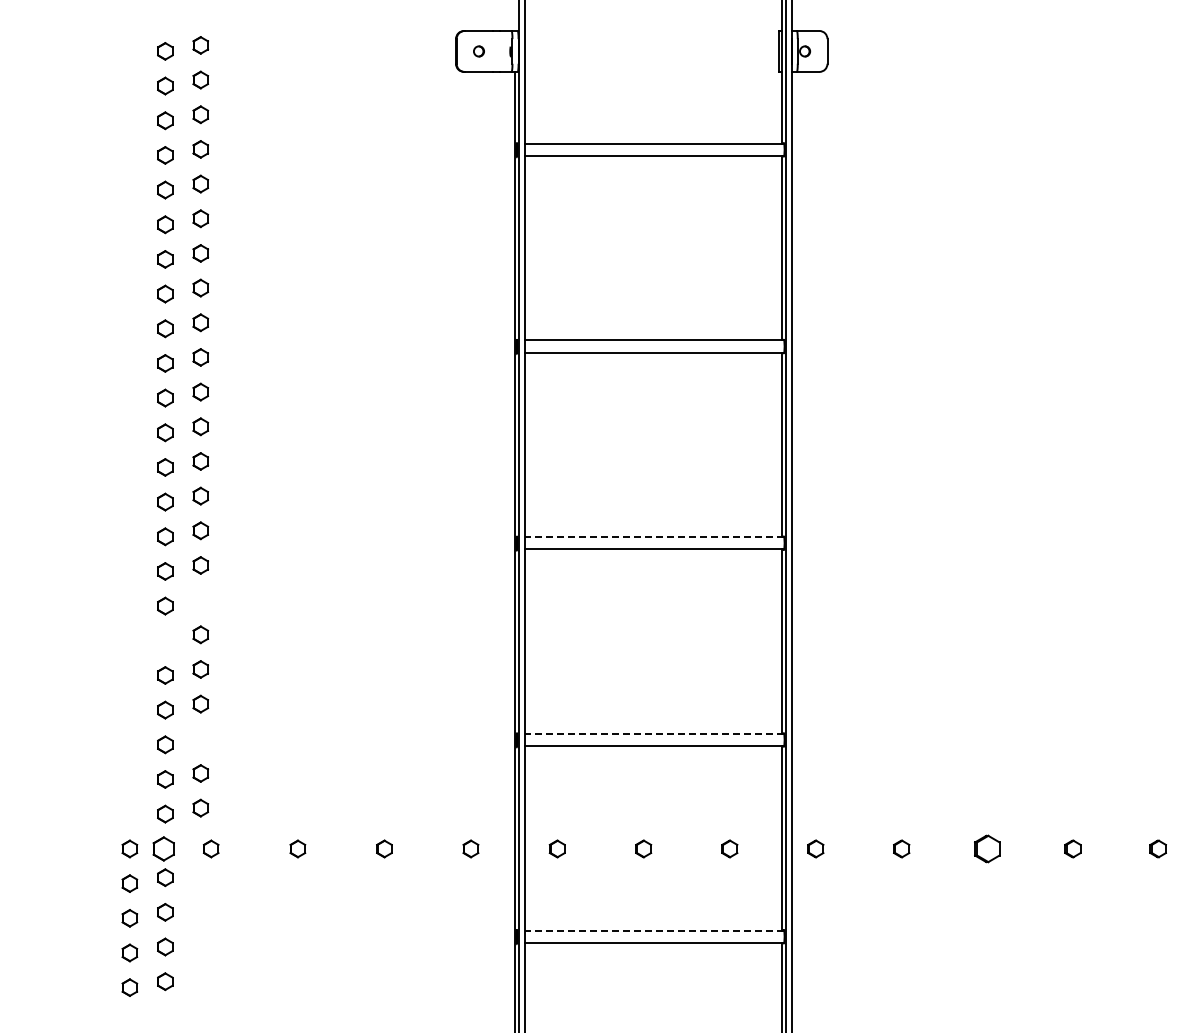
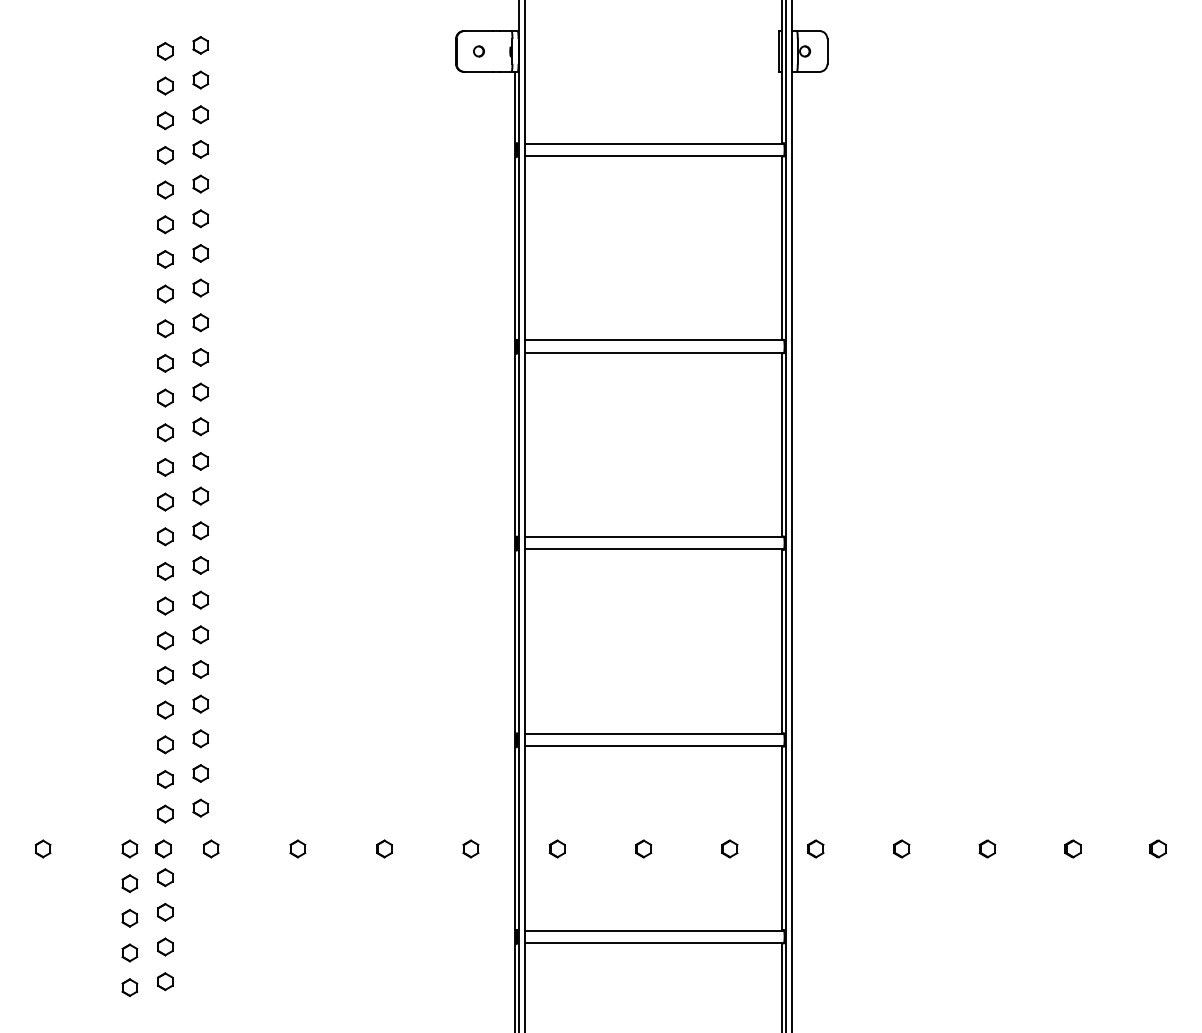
line at (654, 537): dashed -> solid
part at (200, 599): none -> present
part at (165, 640): none -> present
line at (654, 733): dashed -> solid
part at (200, 738): none -> present
part at (43, 848): none -> present
part at (163, 848) size: 23x26 px -> 17x20 px
part at (987, 848) size: 27x30 px -> 19x20 px
line at (654, 930): dashed -> solid
